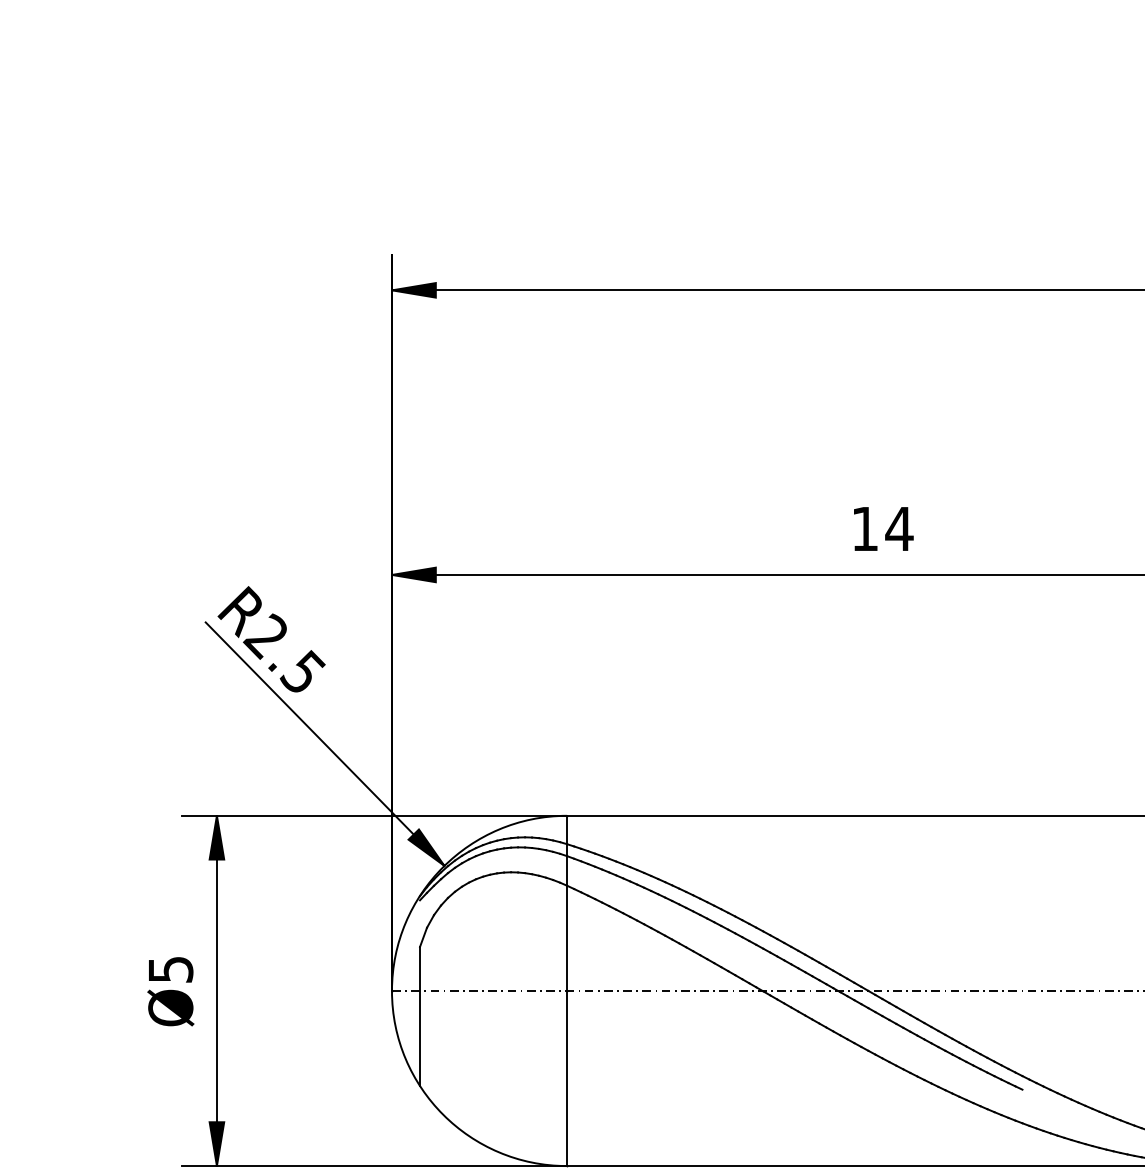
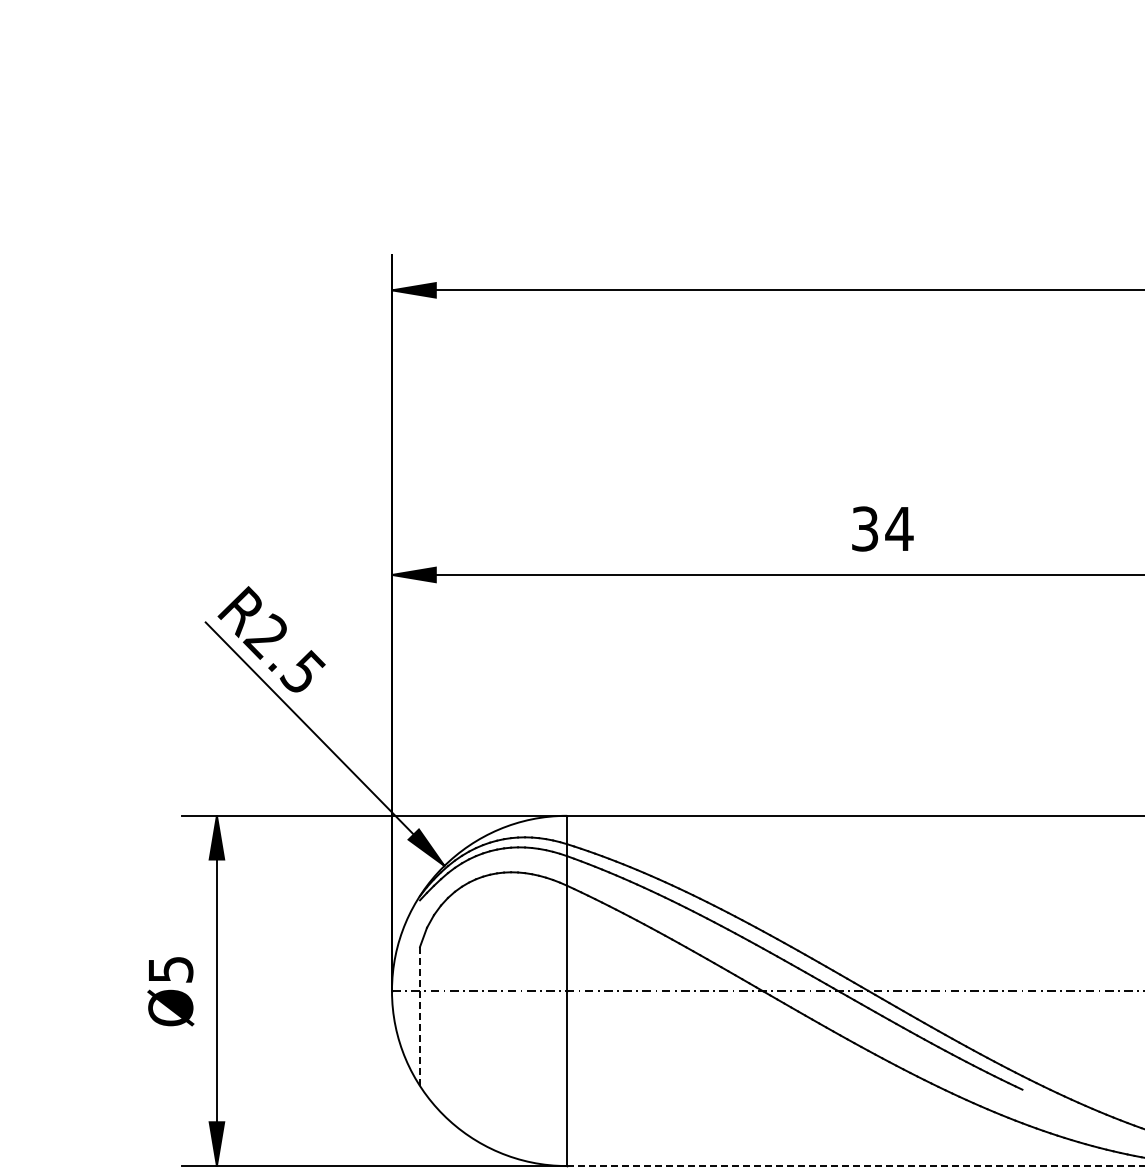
text at (865, 528): 14 -> 34
line at (420, 1016): solid -> dashed
line at (855, 1166): solid -> dashed
